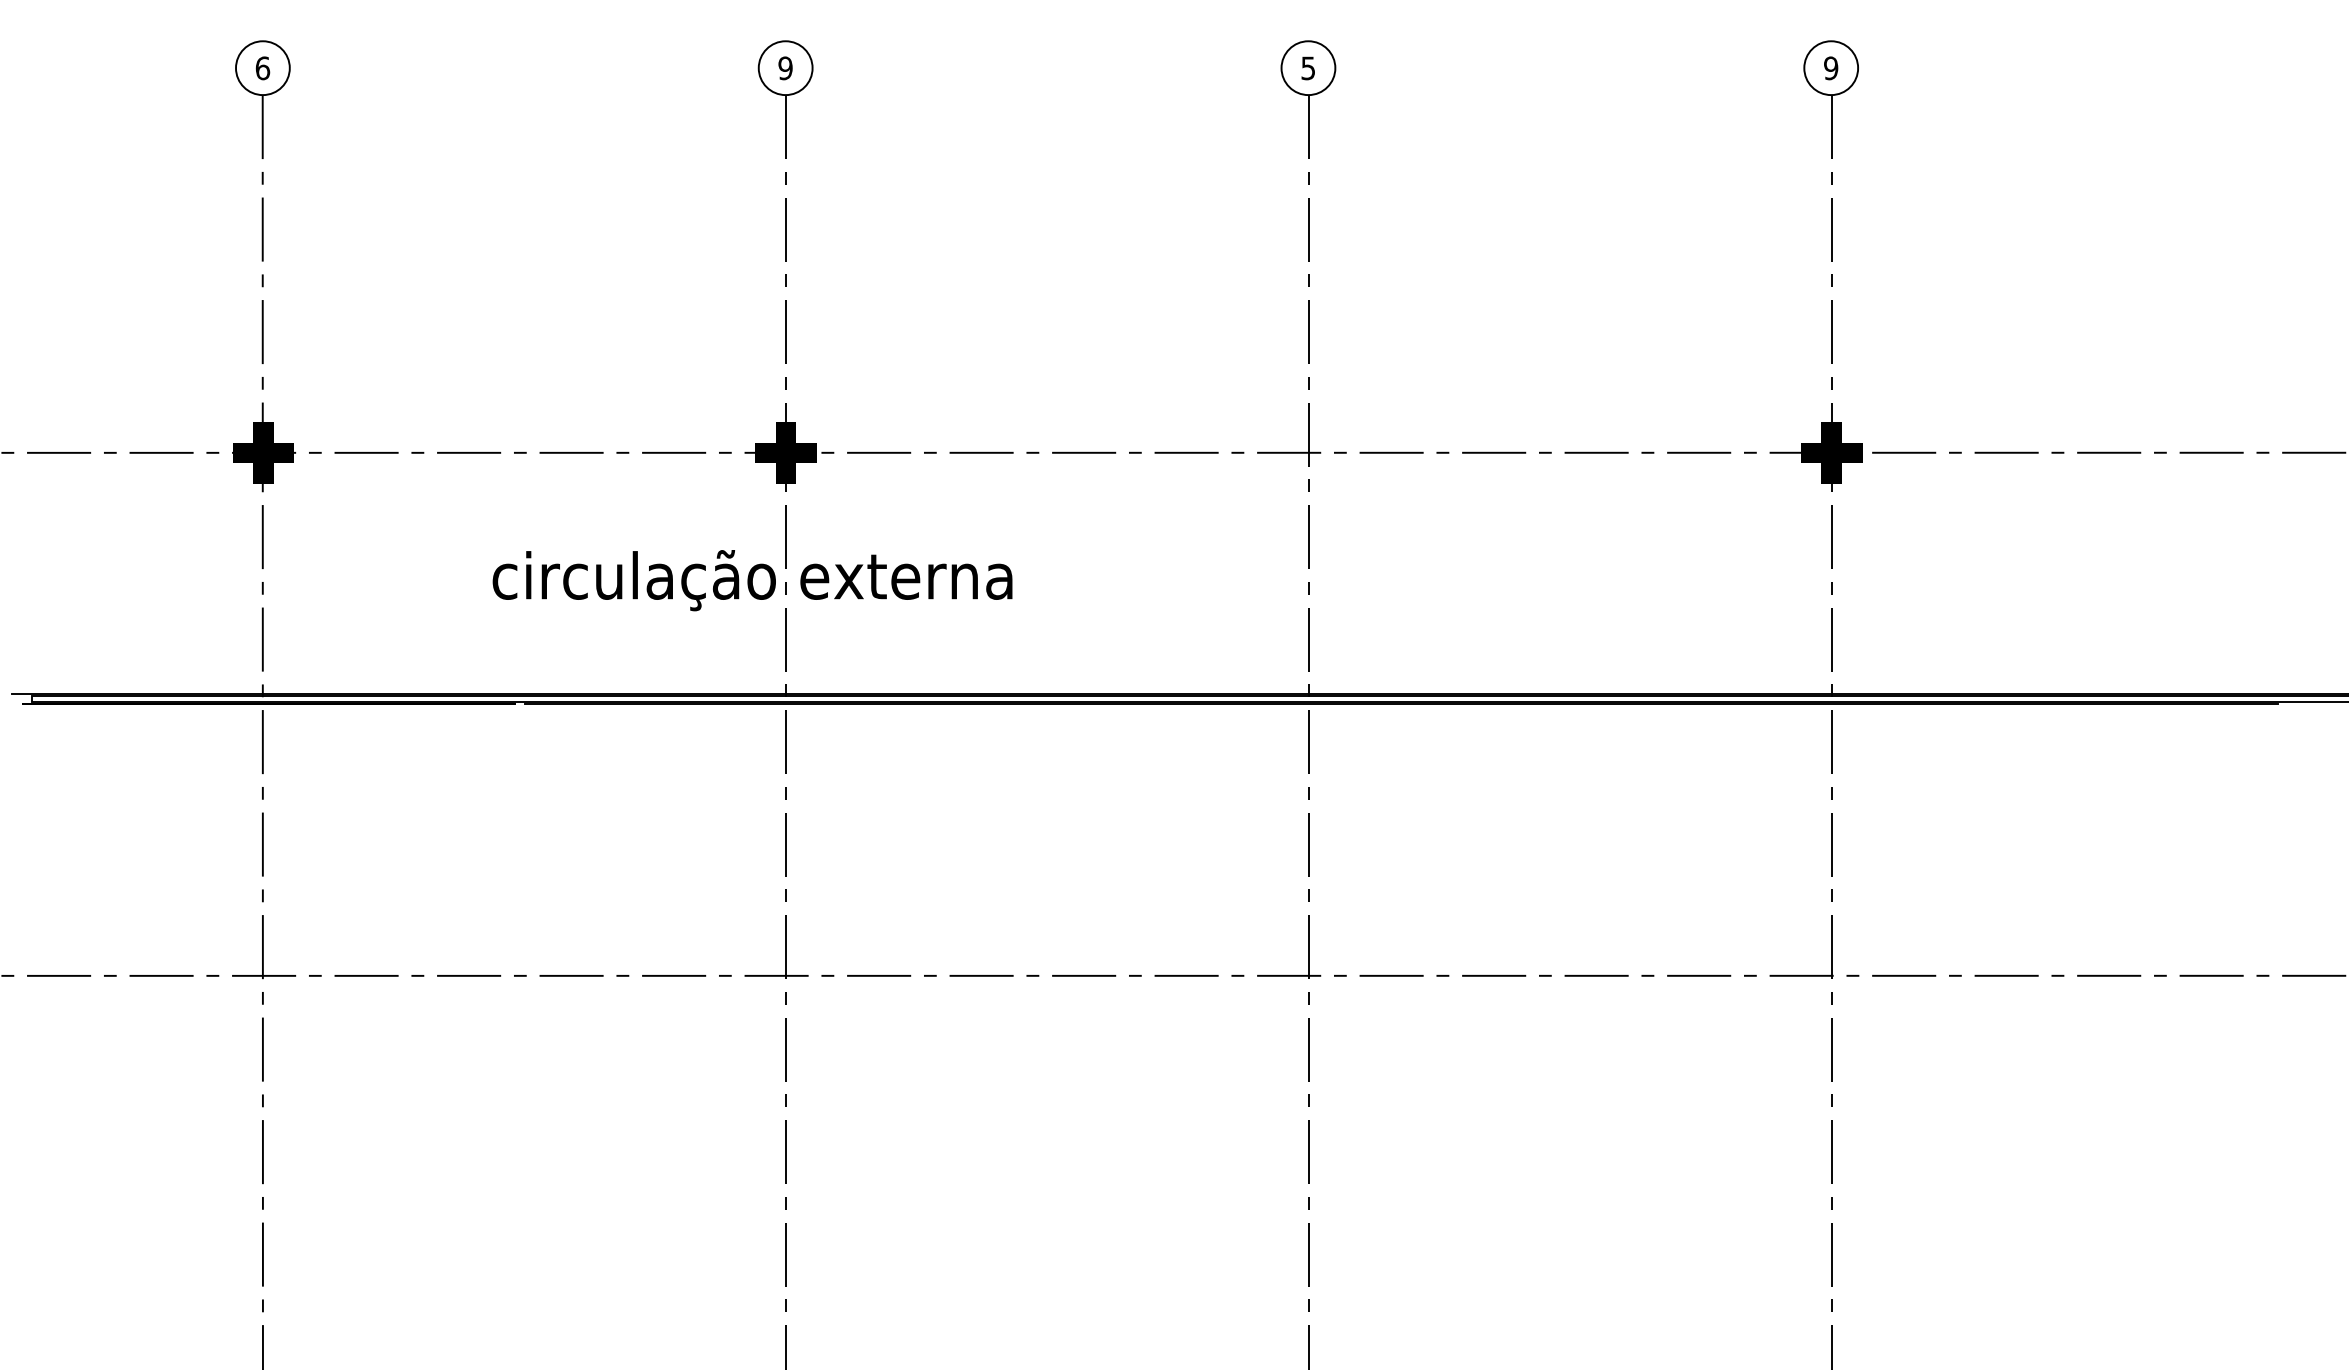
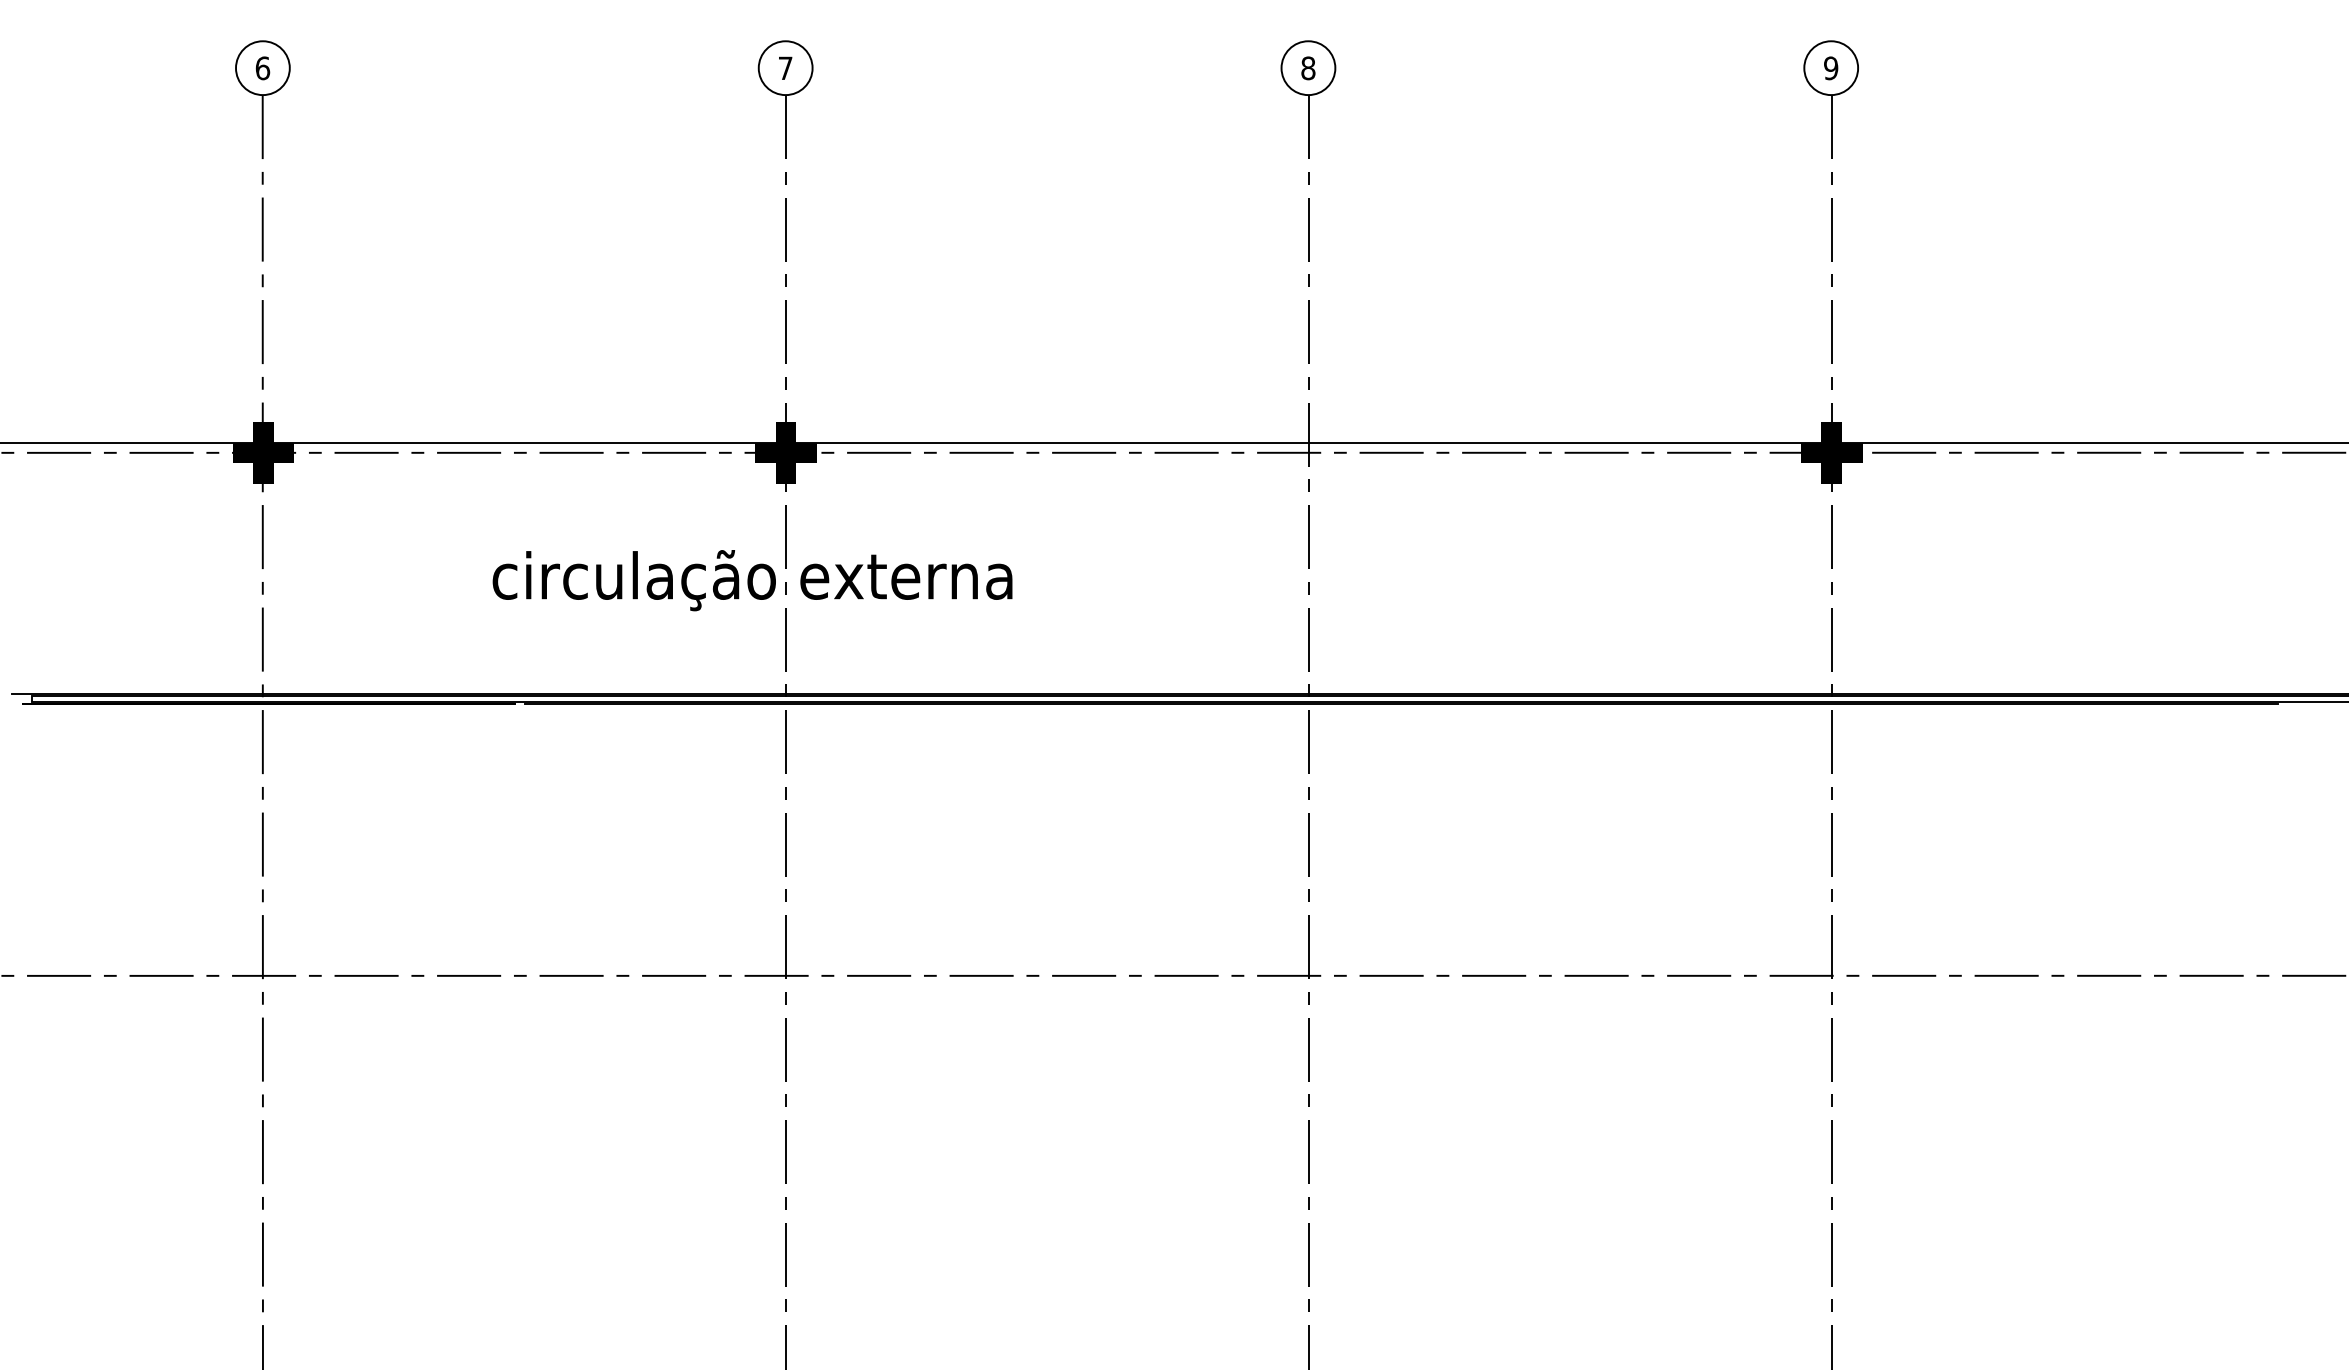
text at (785, 68): 9 -> 7
text at (1308, 68): 5 -> 8
line at (1173, 442): none -> present
